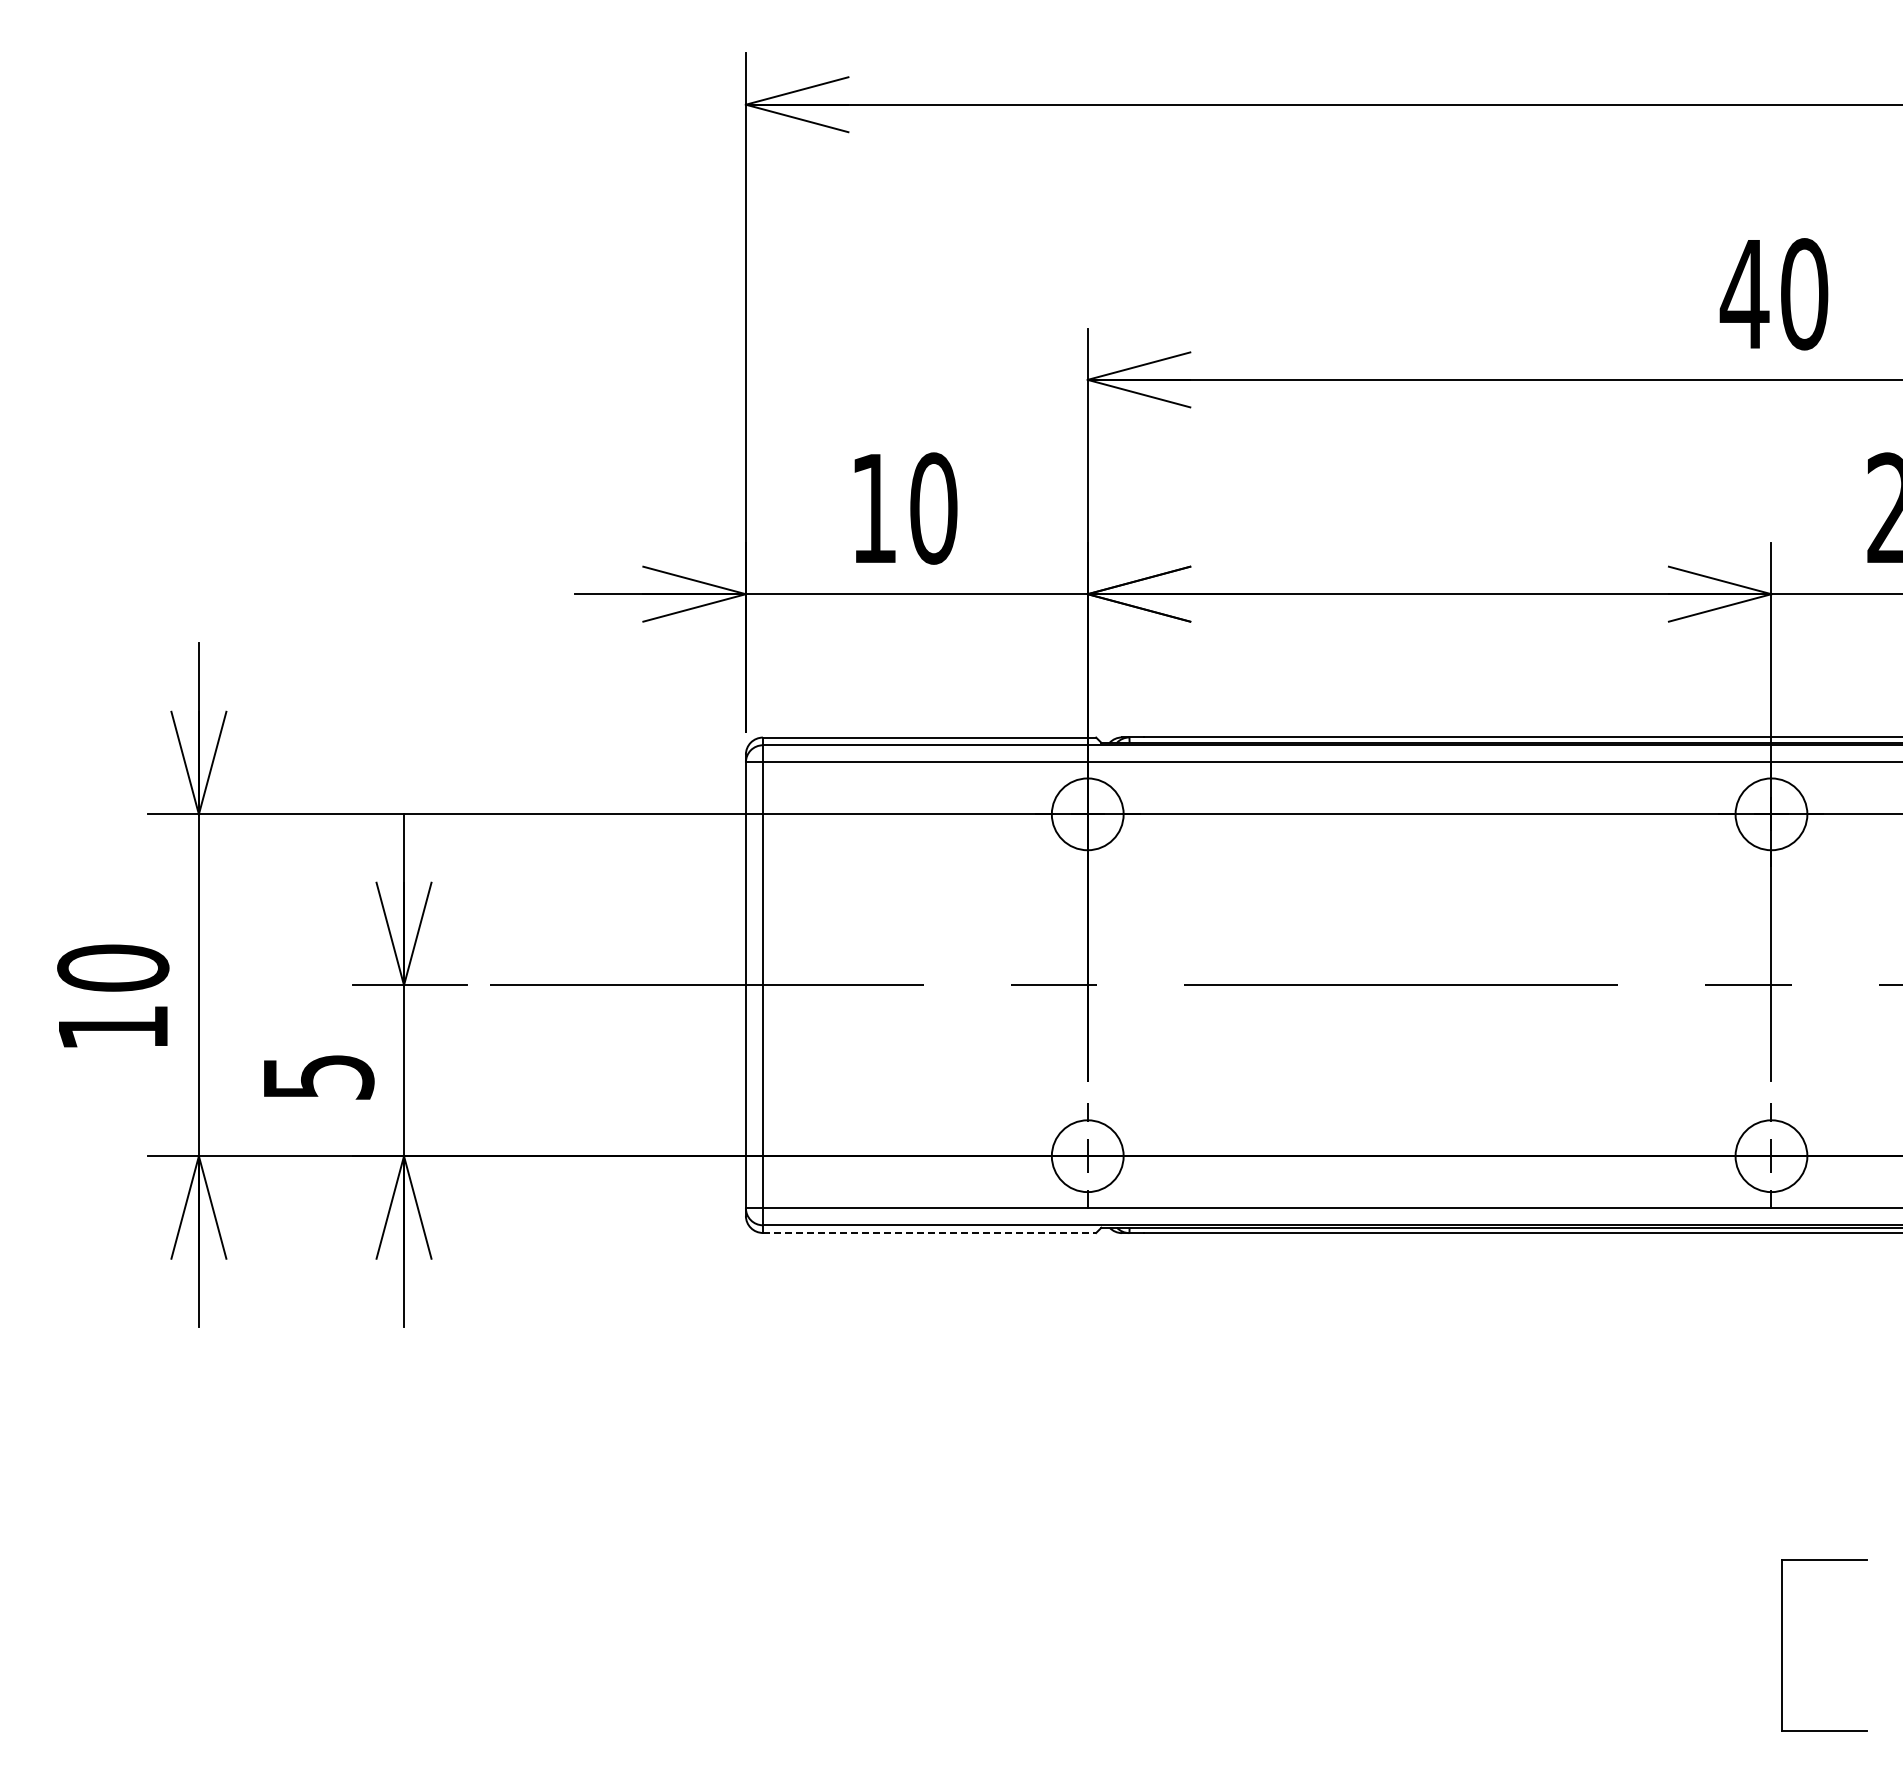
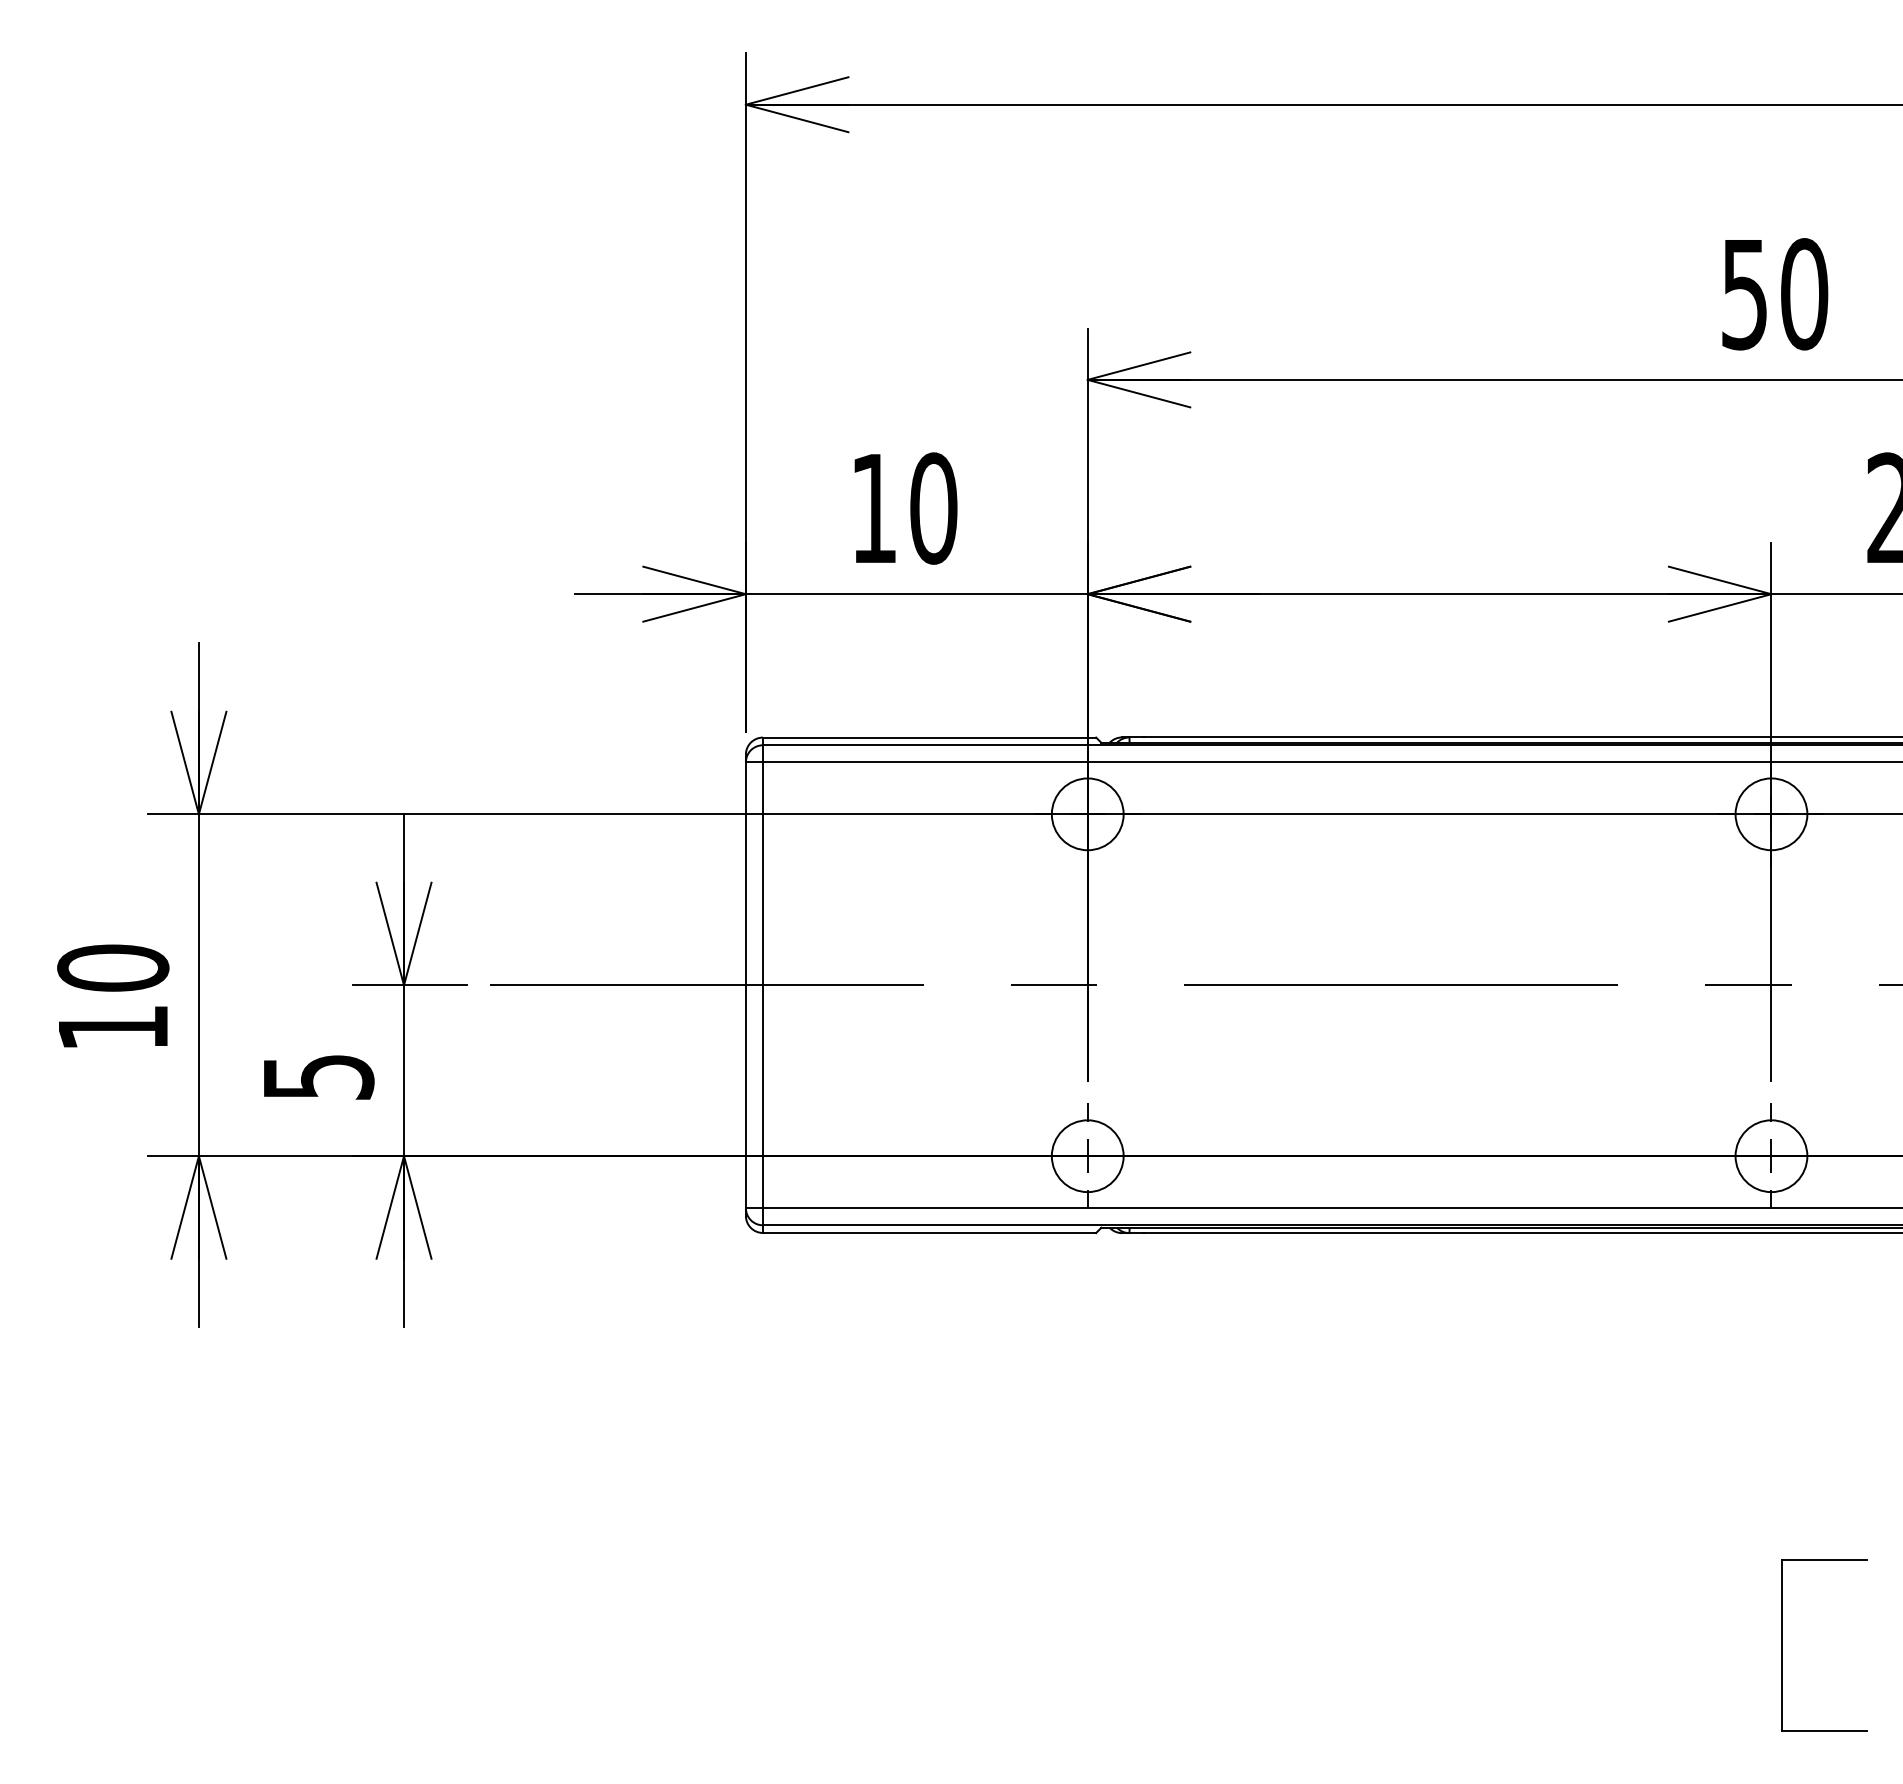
text at (1744, 295): 40 -> 50
line at (929, 1232): dashed -> solid
